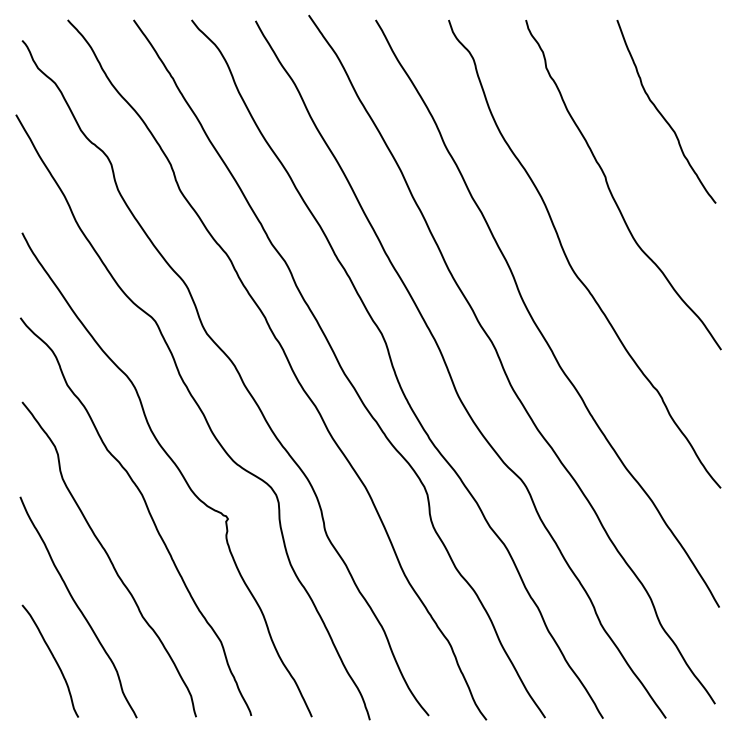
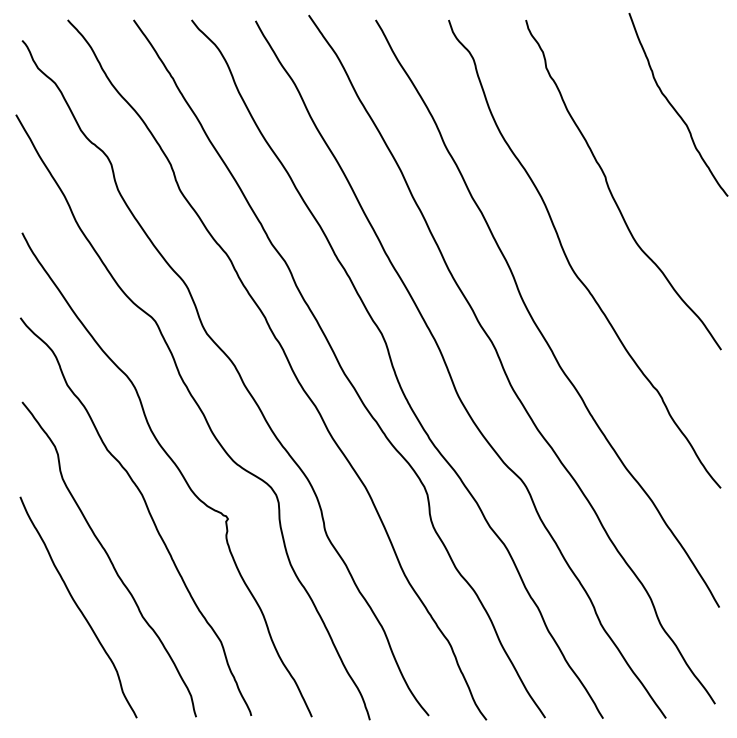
curve at (662, 114) position: (662, 114) -> (674, 107)
curve at (52, 657): present -> none
